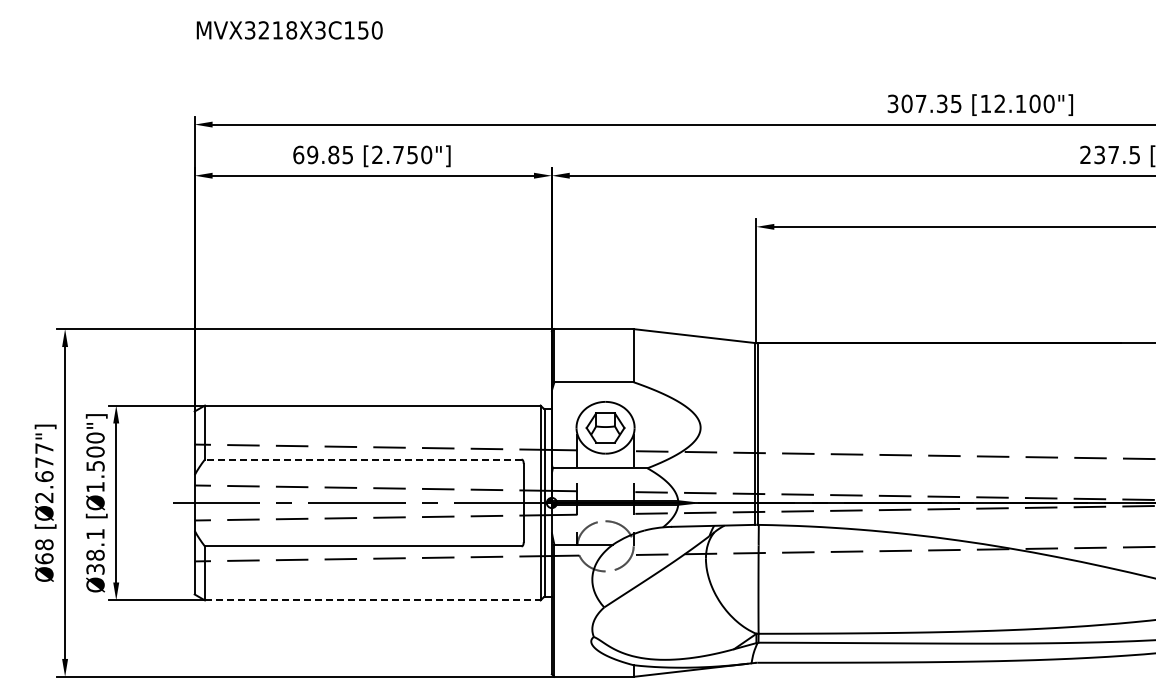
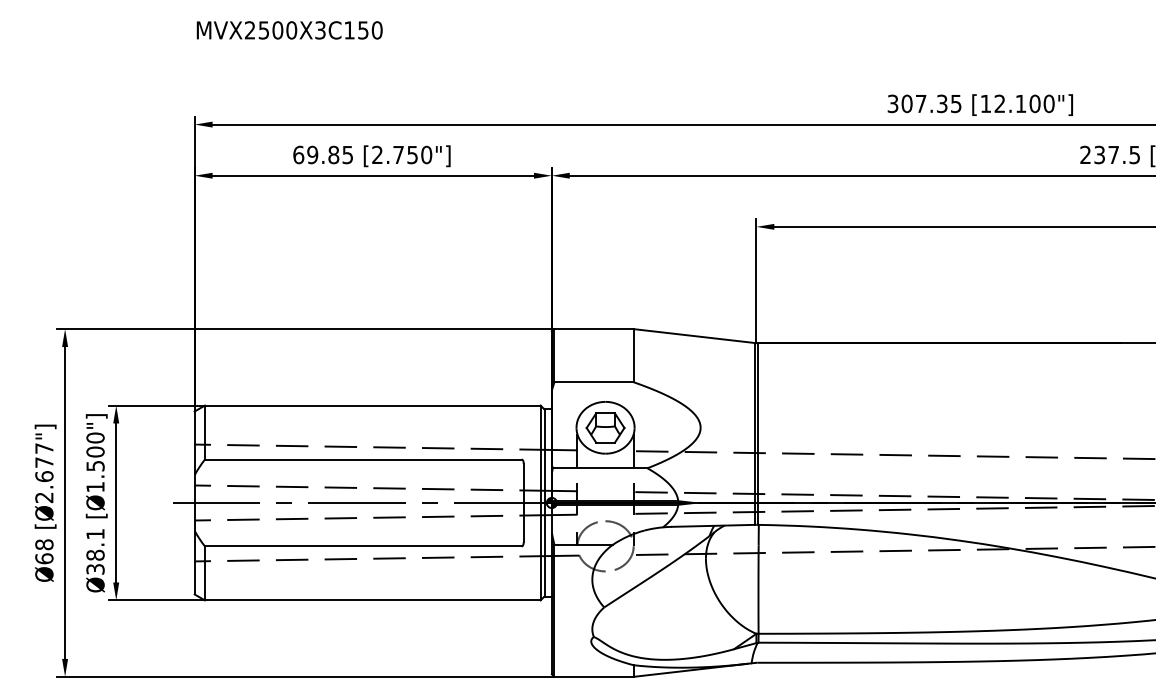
text at (271, 30): MVX3218X3C150 -> MVX2500X3C150
line at (362, 459): dashed -> solid
line at (372, 600): dashed -> solid
